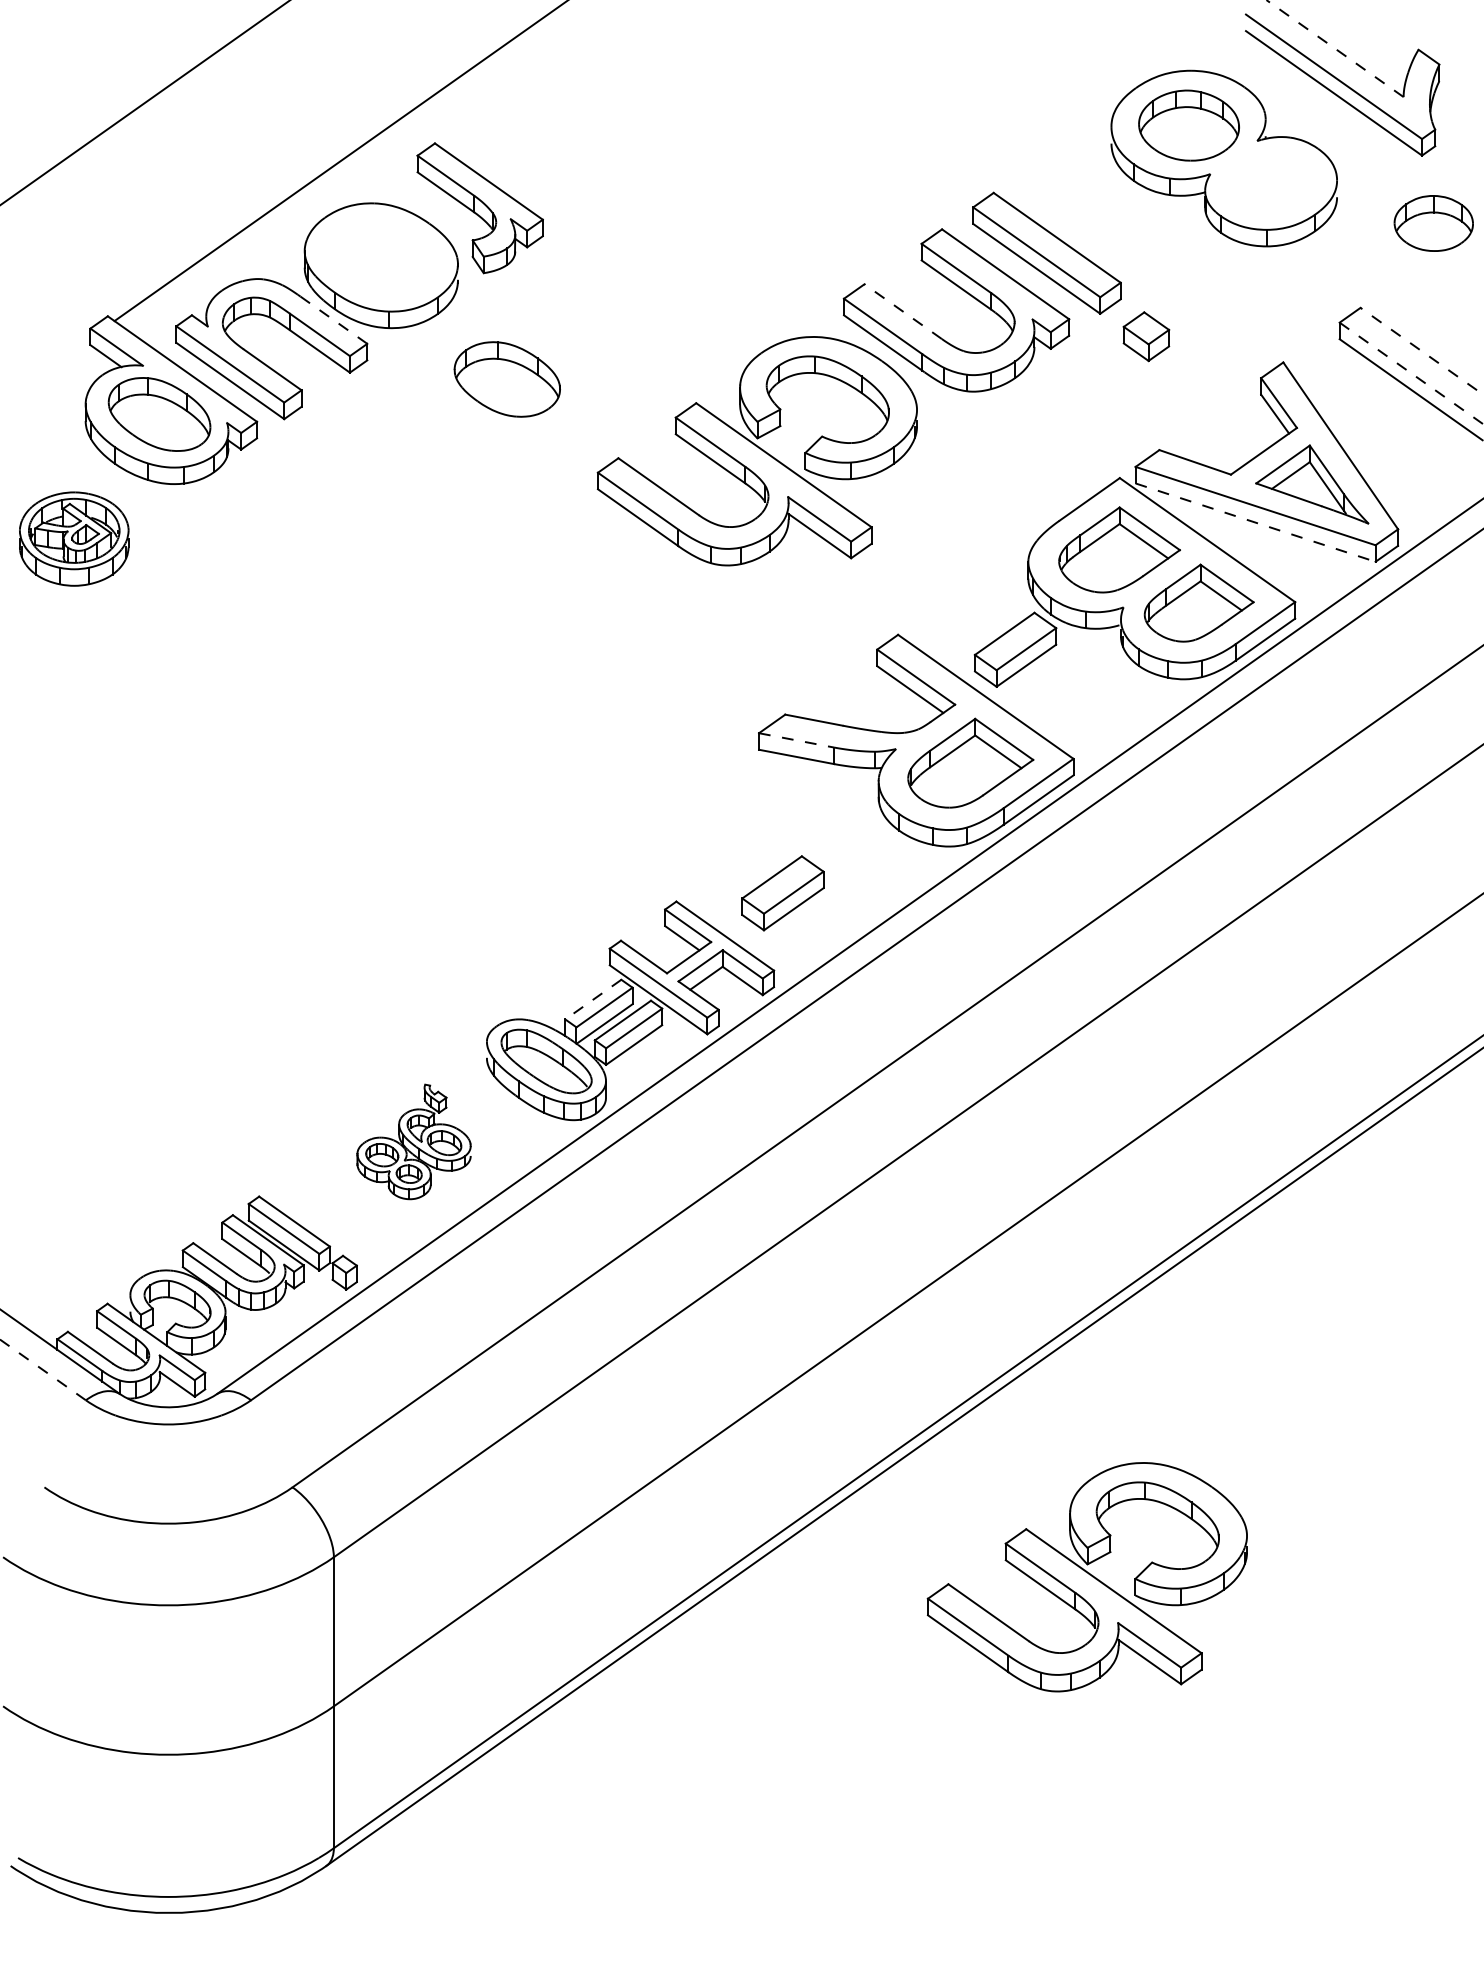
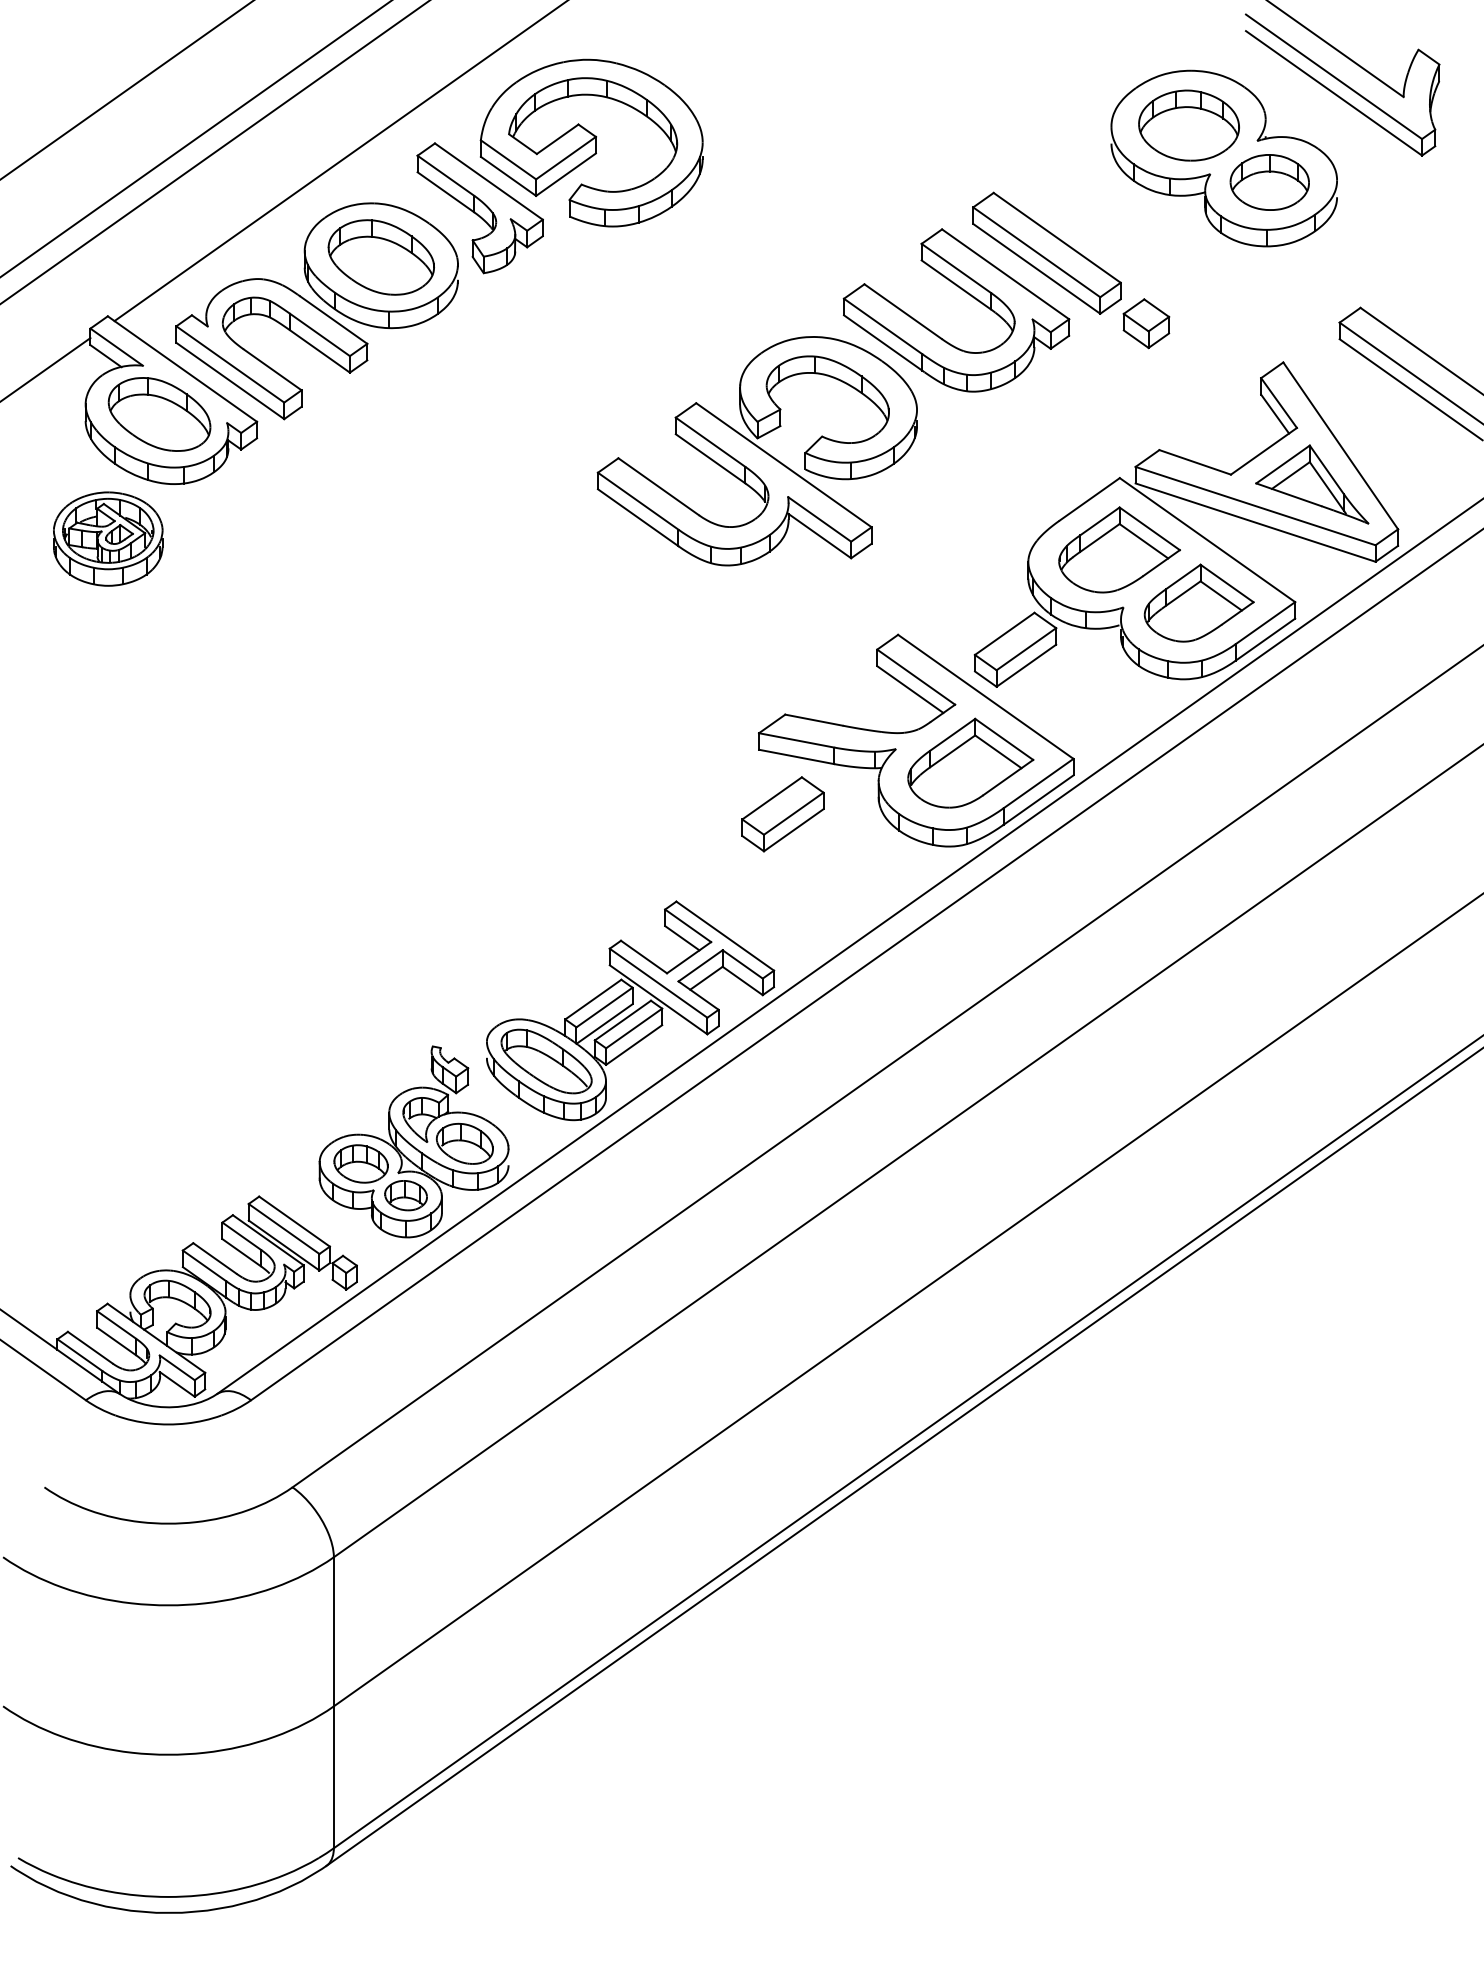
line at (1334, 48): dashed -> solid
line at (144, 102) position: (144, 102) -> (126, 90)
line at (195, 139): none -> present
part at (591, 142): none -> present
line at (214, 152): none -> present
part at (1433, 223) position: (1433, 223) -> (1269, 182)
line at (902, 311): dashed -> solid
line at (333, 320): dashed -> solid
part at (1146, 336) position: (1146, 336) -> (1146, 323)
line at (1421, 351): dashed -> solid
line at (46, 369): none -> present
line at (1412, 373): dashed -> solid
part at (506, 379) position: (506, 379) -> (380, 257)
line at (1256, 522): dashed -> solid
part at (74, 538) position: (74, 538) -> (108, 538)
line at (797, 740): dashed -> solid
part at (782, 893) position: (782, 893) -> (782, 814)
line at (592, 999): dashed -> solid
part at (413, 1141) size: 116x118 px -> 192x194 px
line at (42, 1369): dashed -> solid
part at (1086, 1577): present -> none
